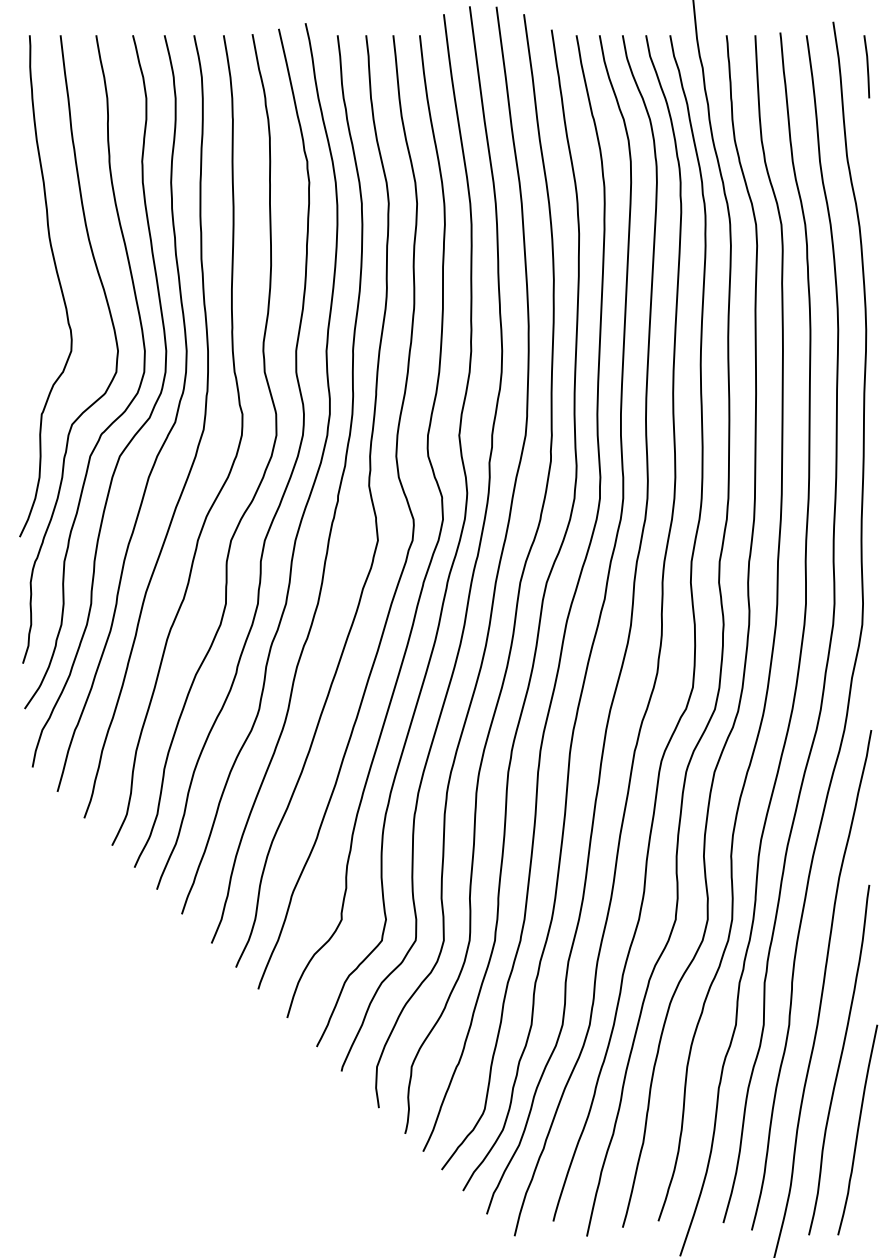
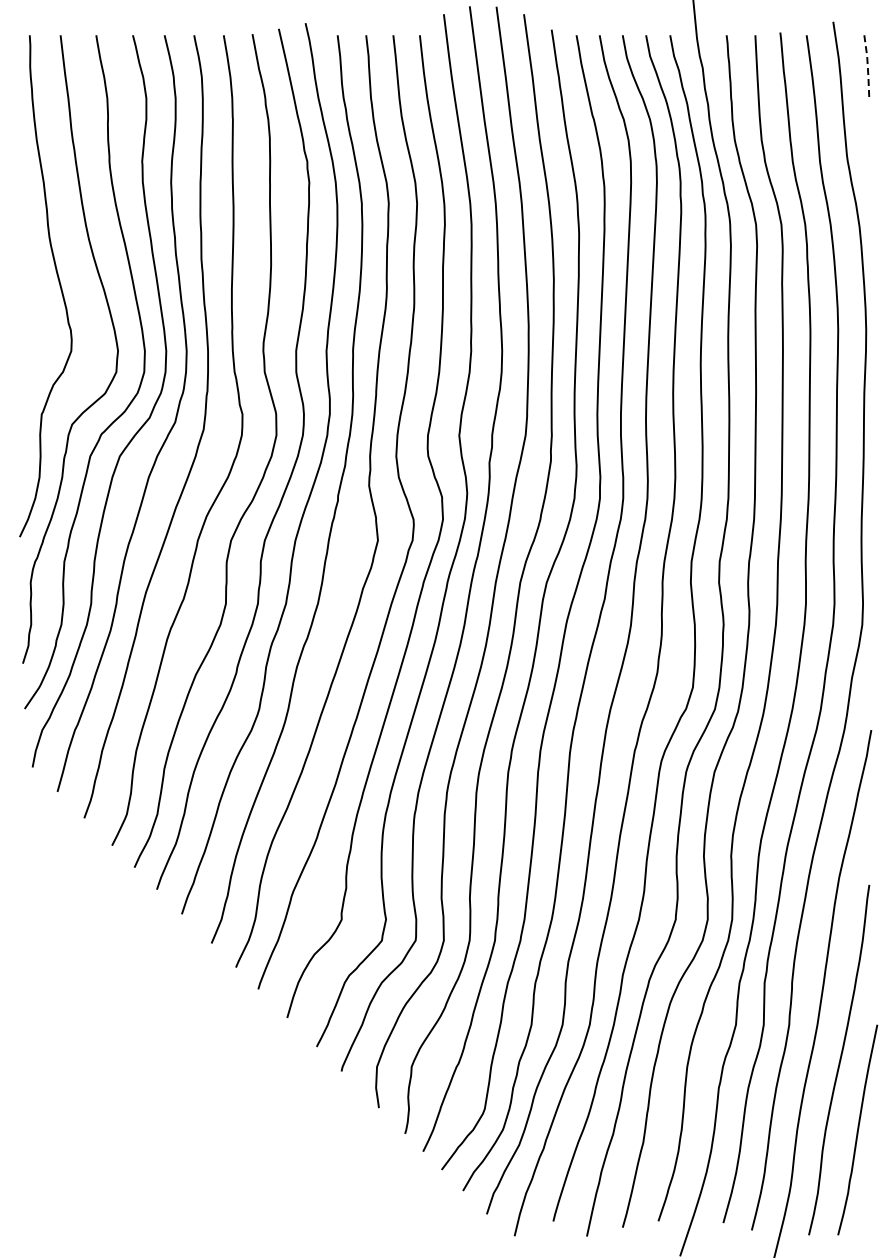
line at (867, 66): solid -> dashed
